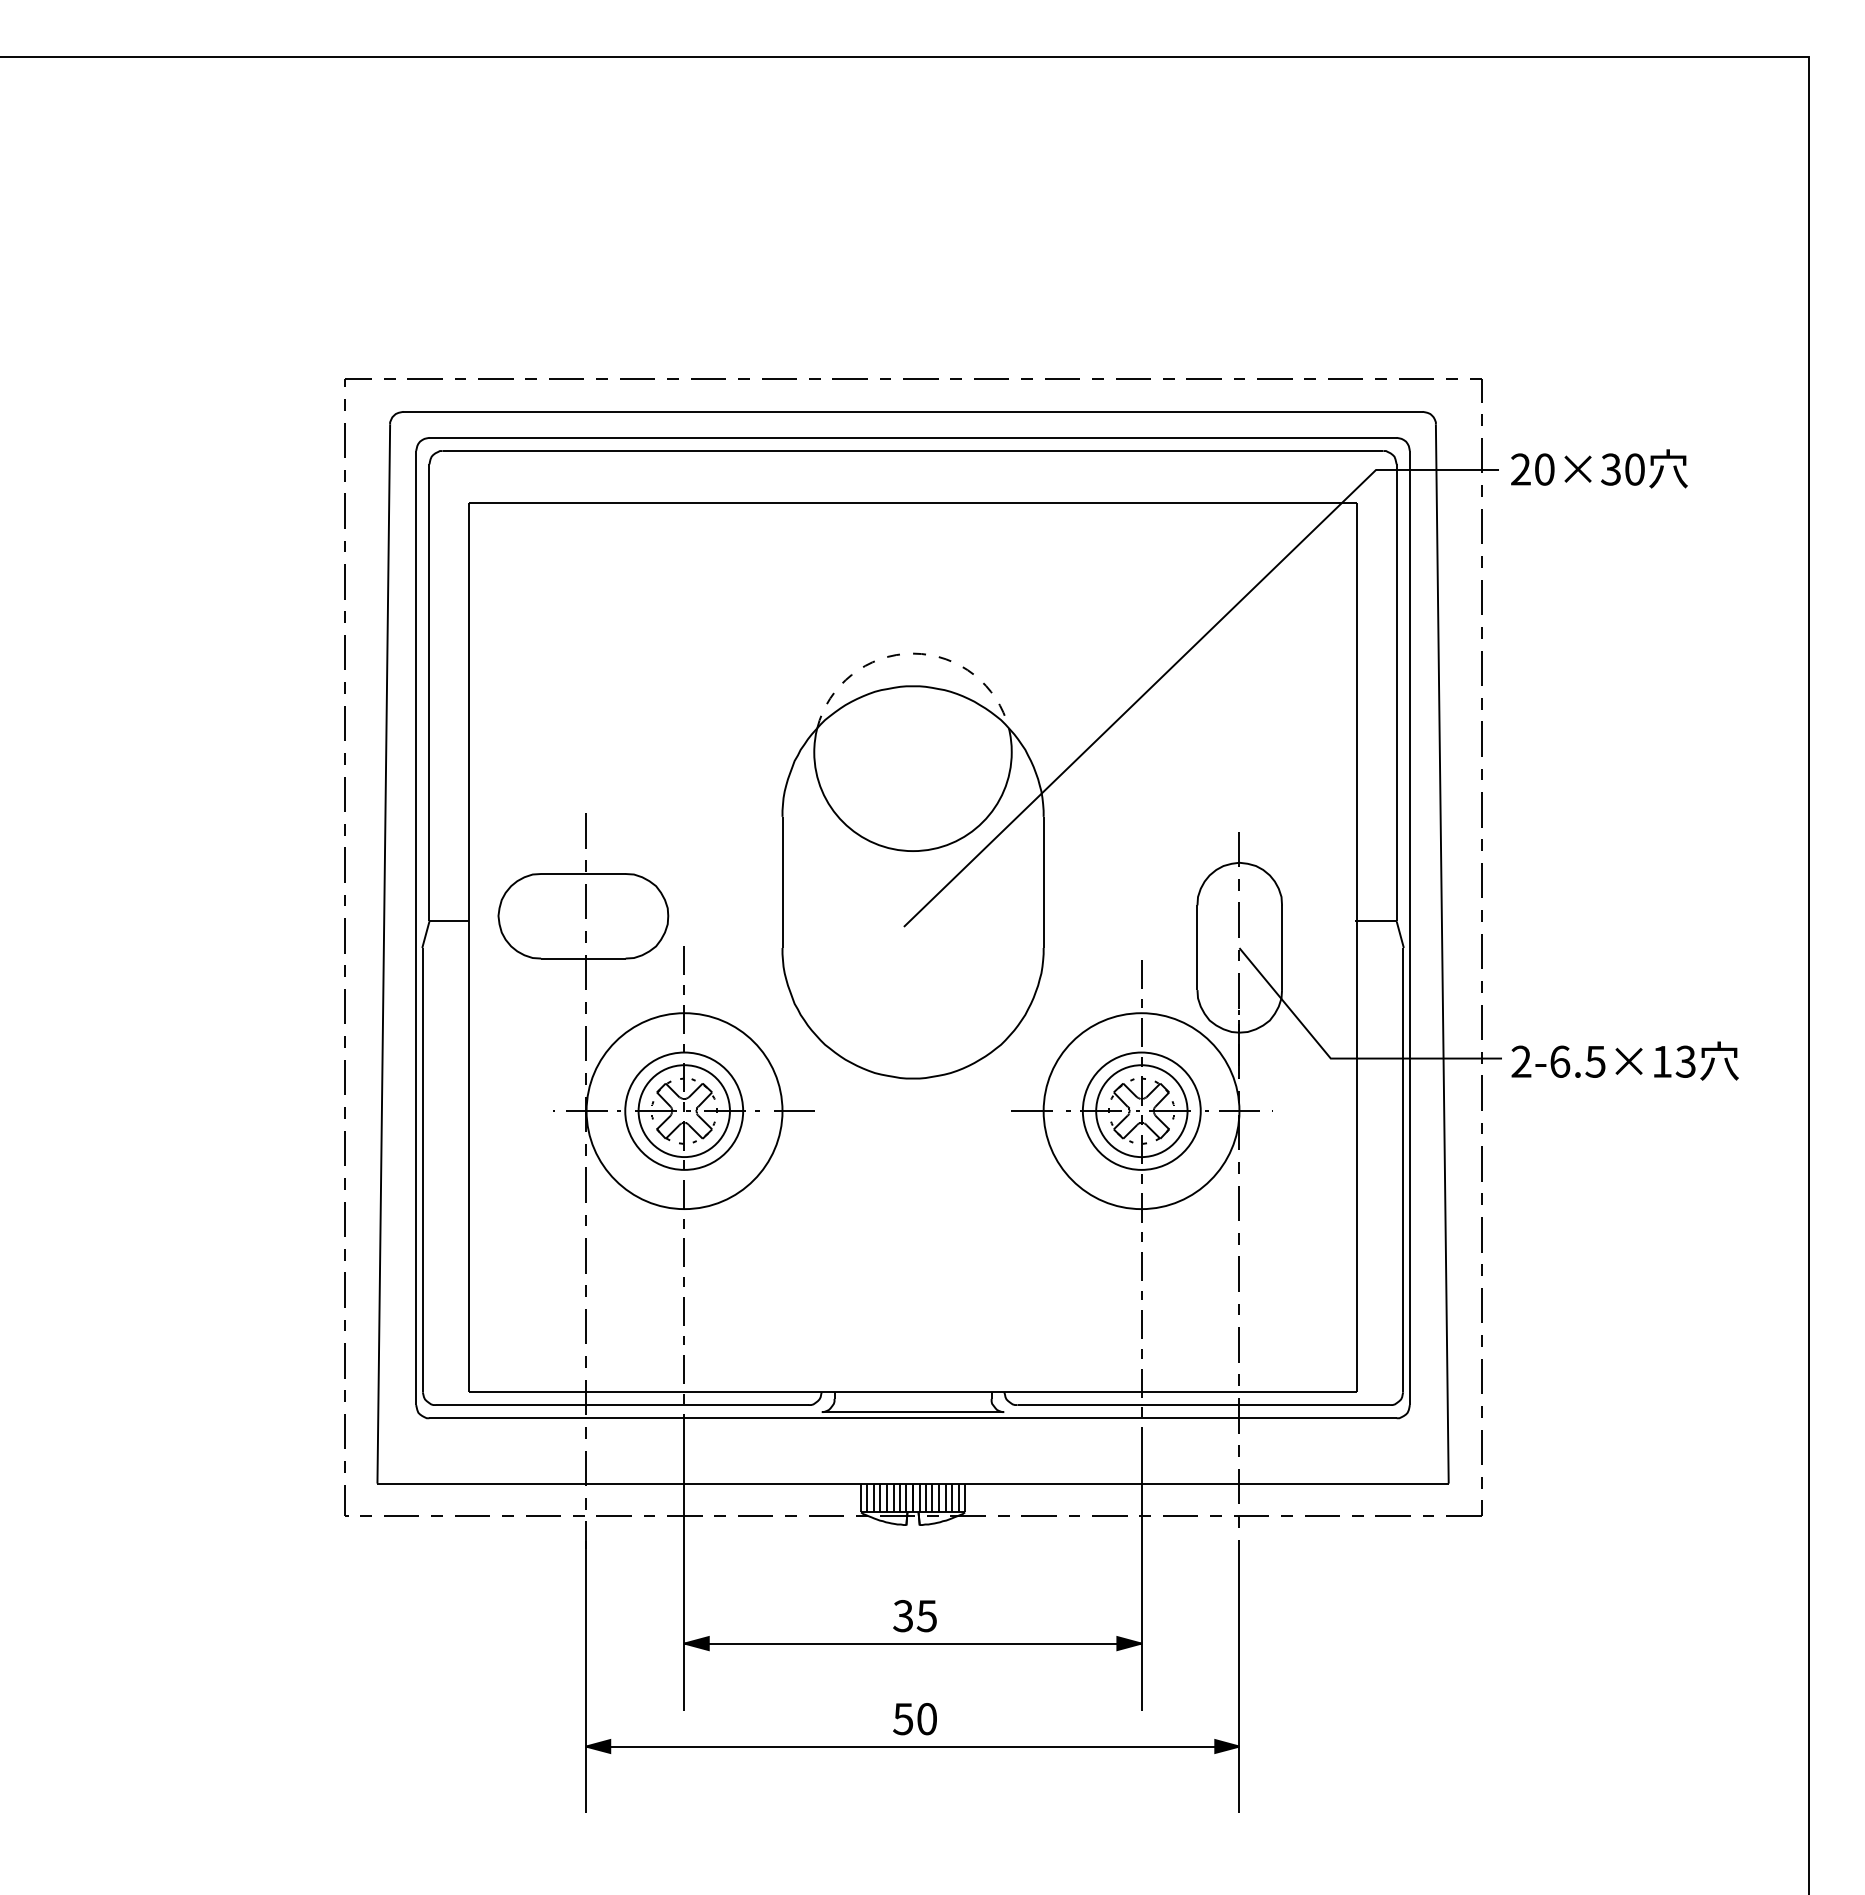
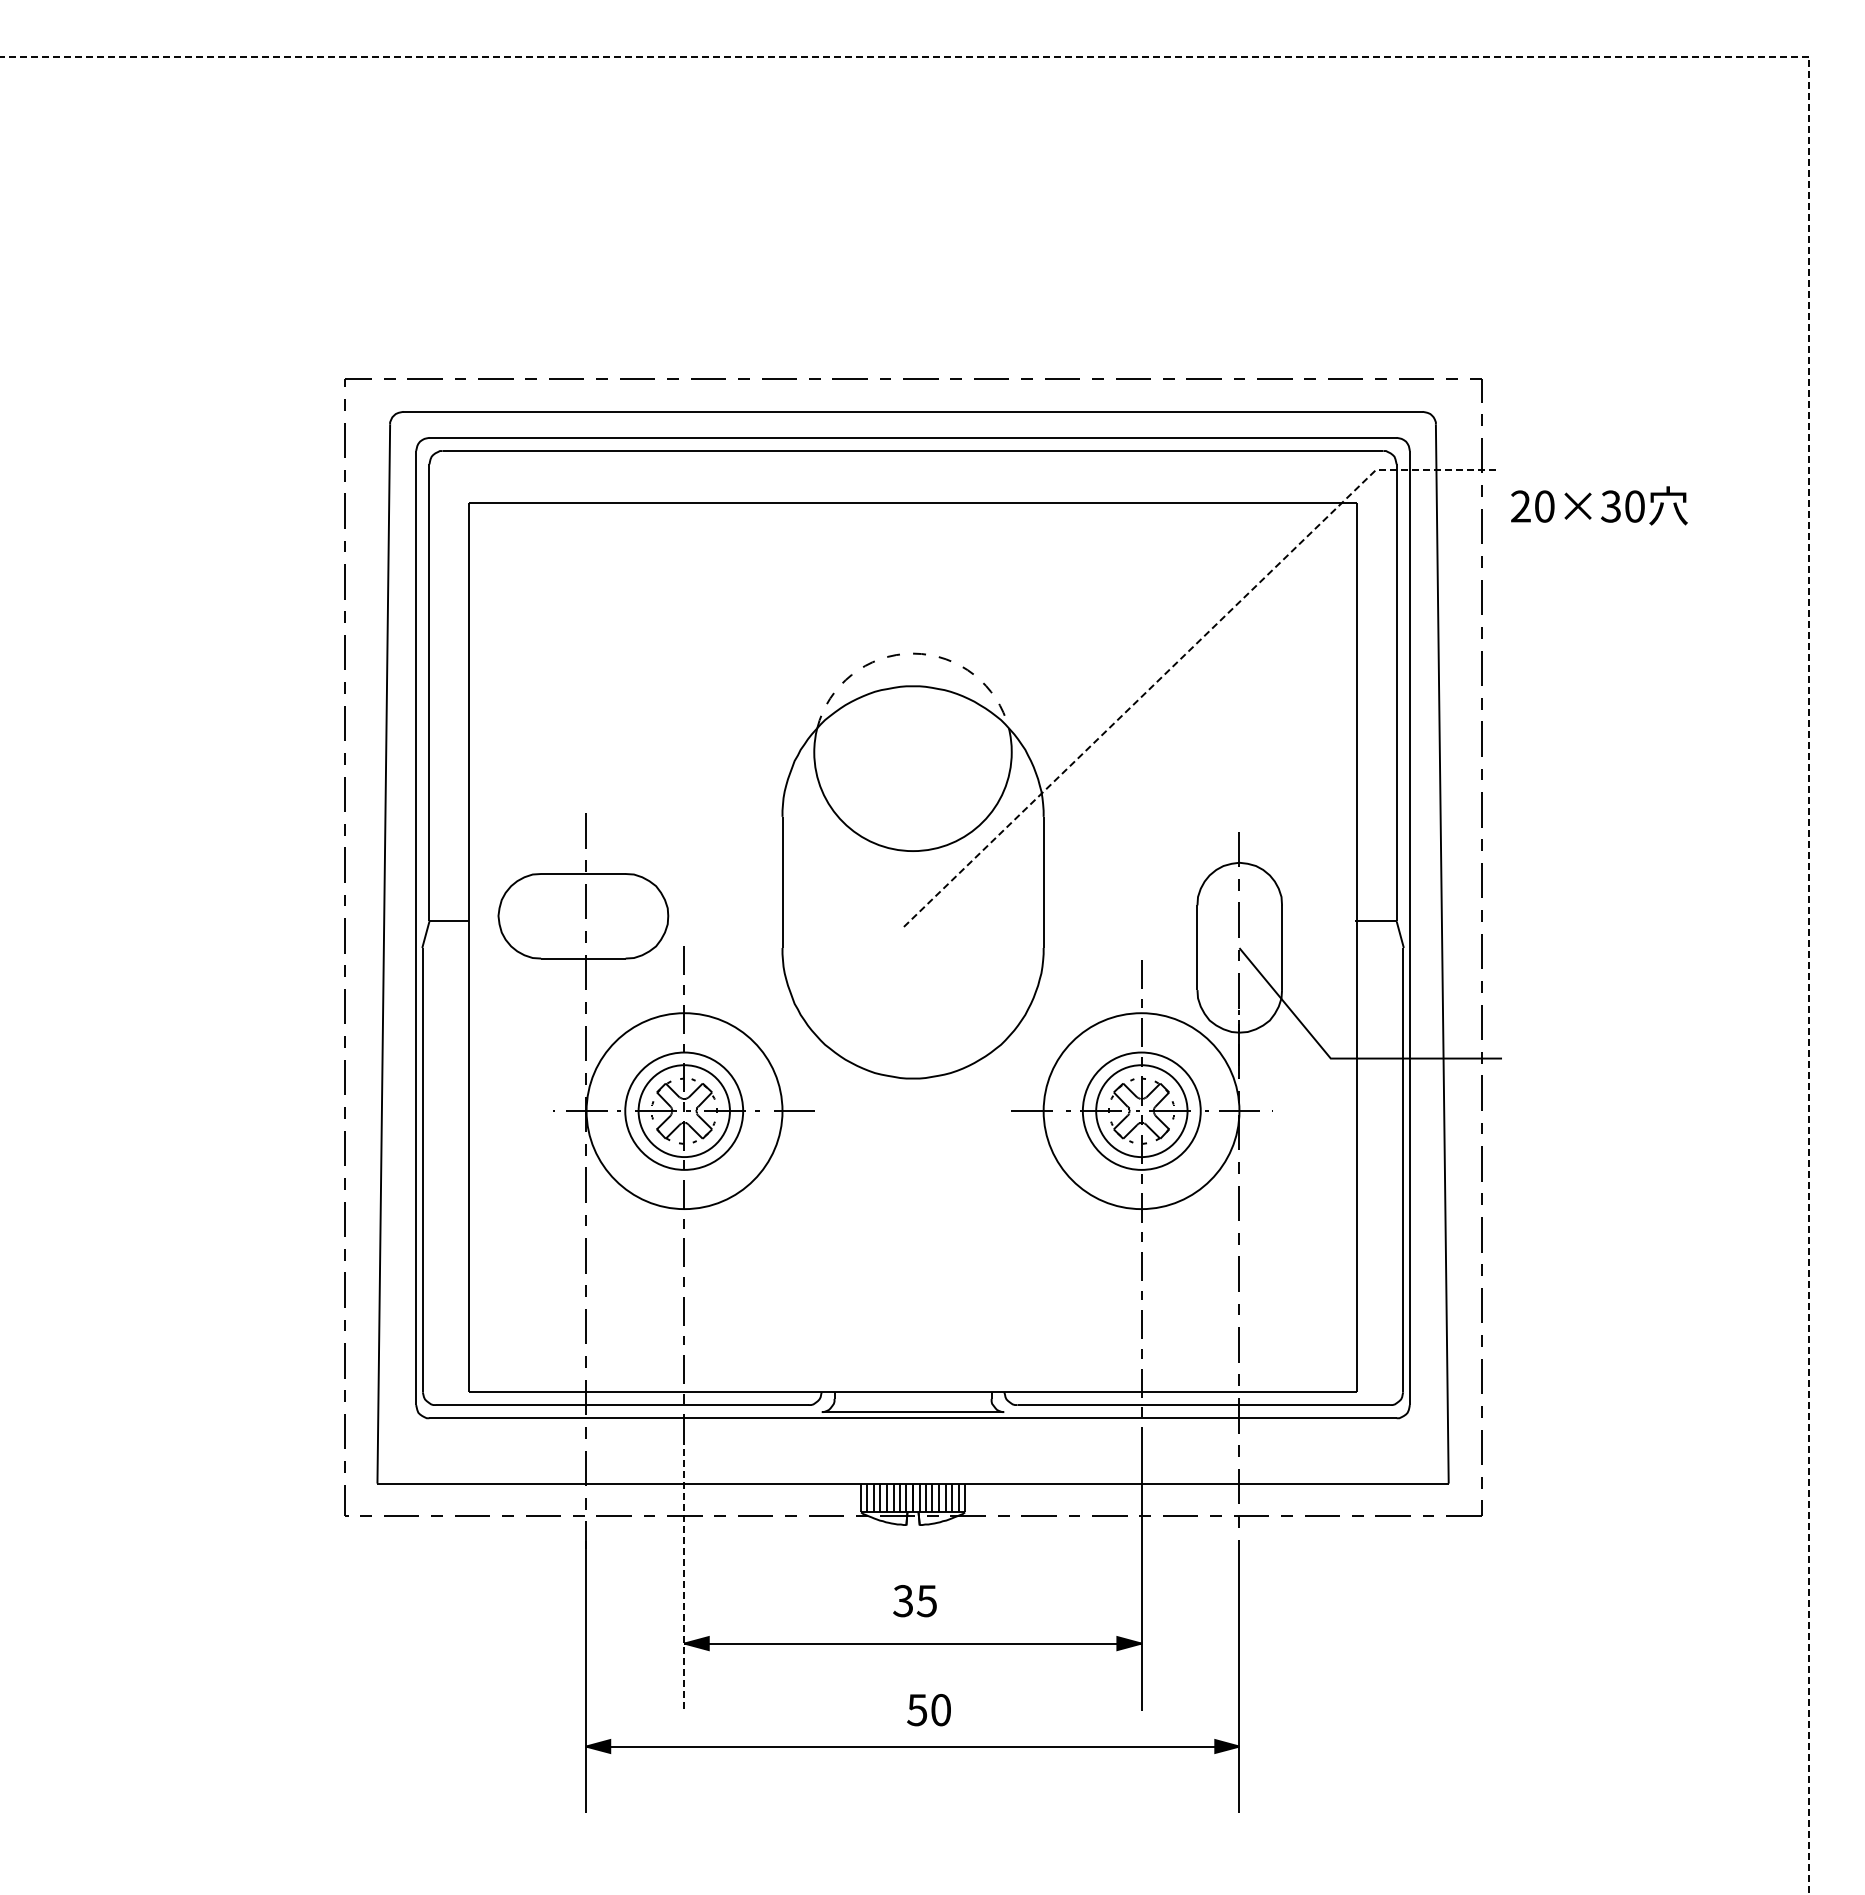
line at (1809, 70): solid -> dashed
part at (1607, 468) position: (1607, 468) -> (1607, 505)
line at (1184, 655): solid -> dashed
part at (1624, 1060): present -> none
line at (684, 1574): solid -> dashed
part at (914, 1616) position: (914, 1616) -> (914, 1601)
part at (914, 1719) position: (914, 1719) -> (928, 1710)
